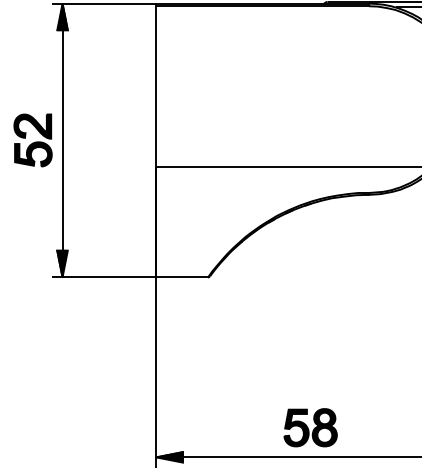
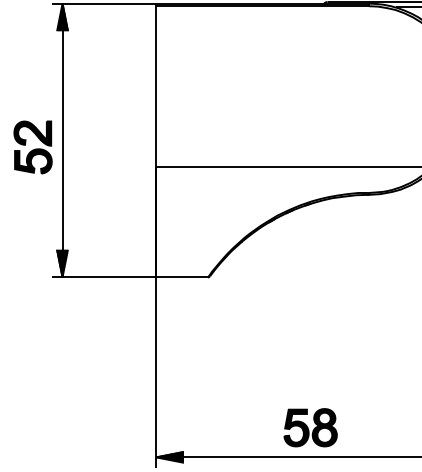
part at (32, 140) position: (32, 140) -> (32, 147)
